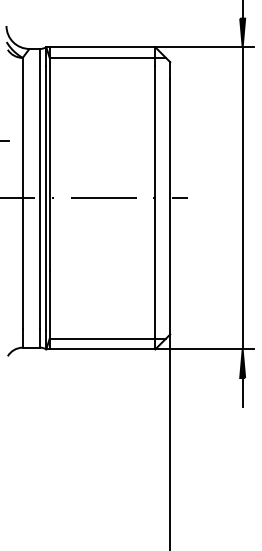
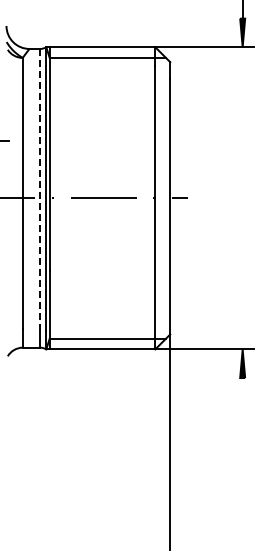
line at (40, 189): solid -> dashed
line at (242, 198): present -> none
line at (242, 392): present -> none
